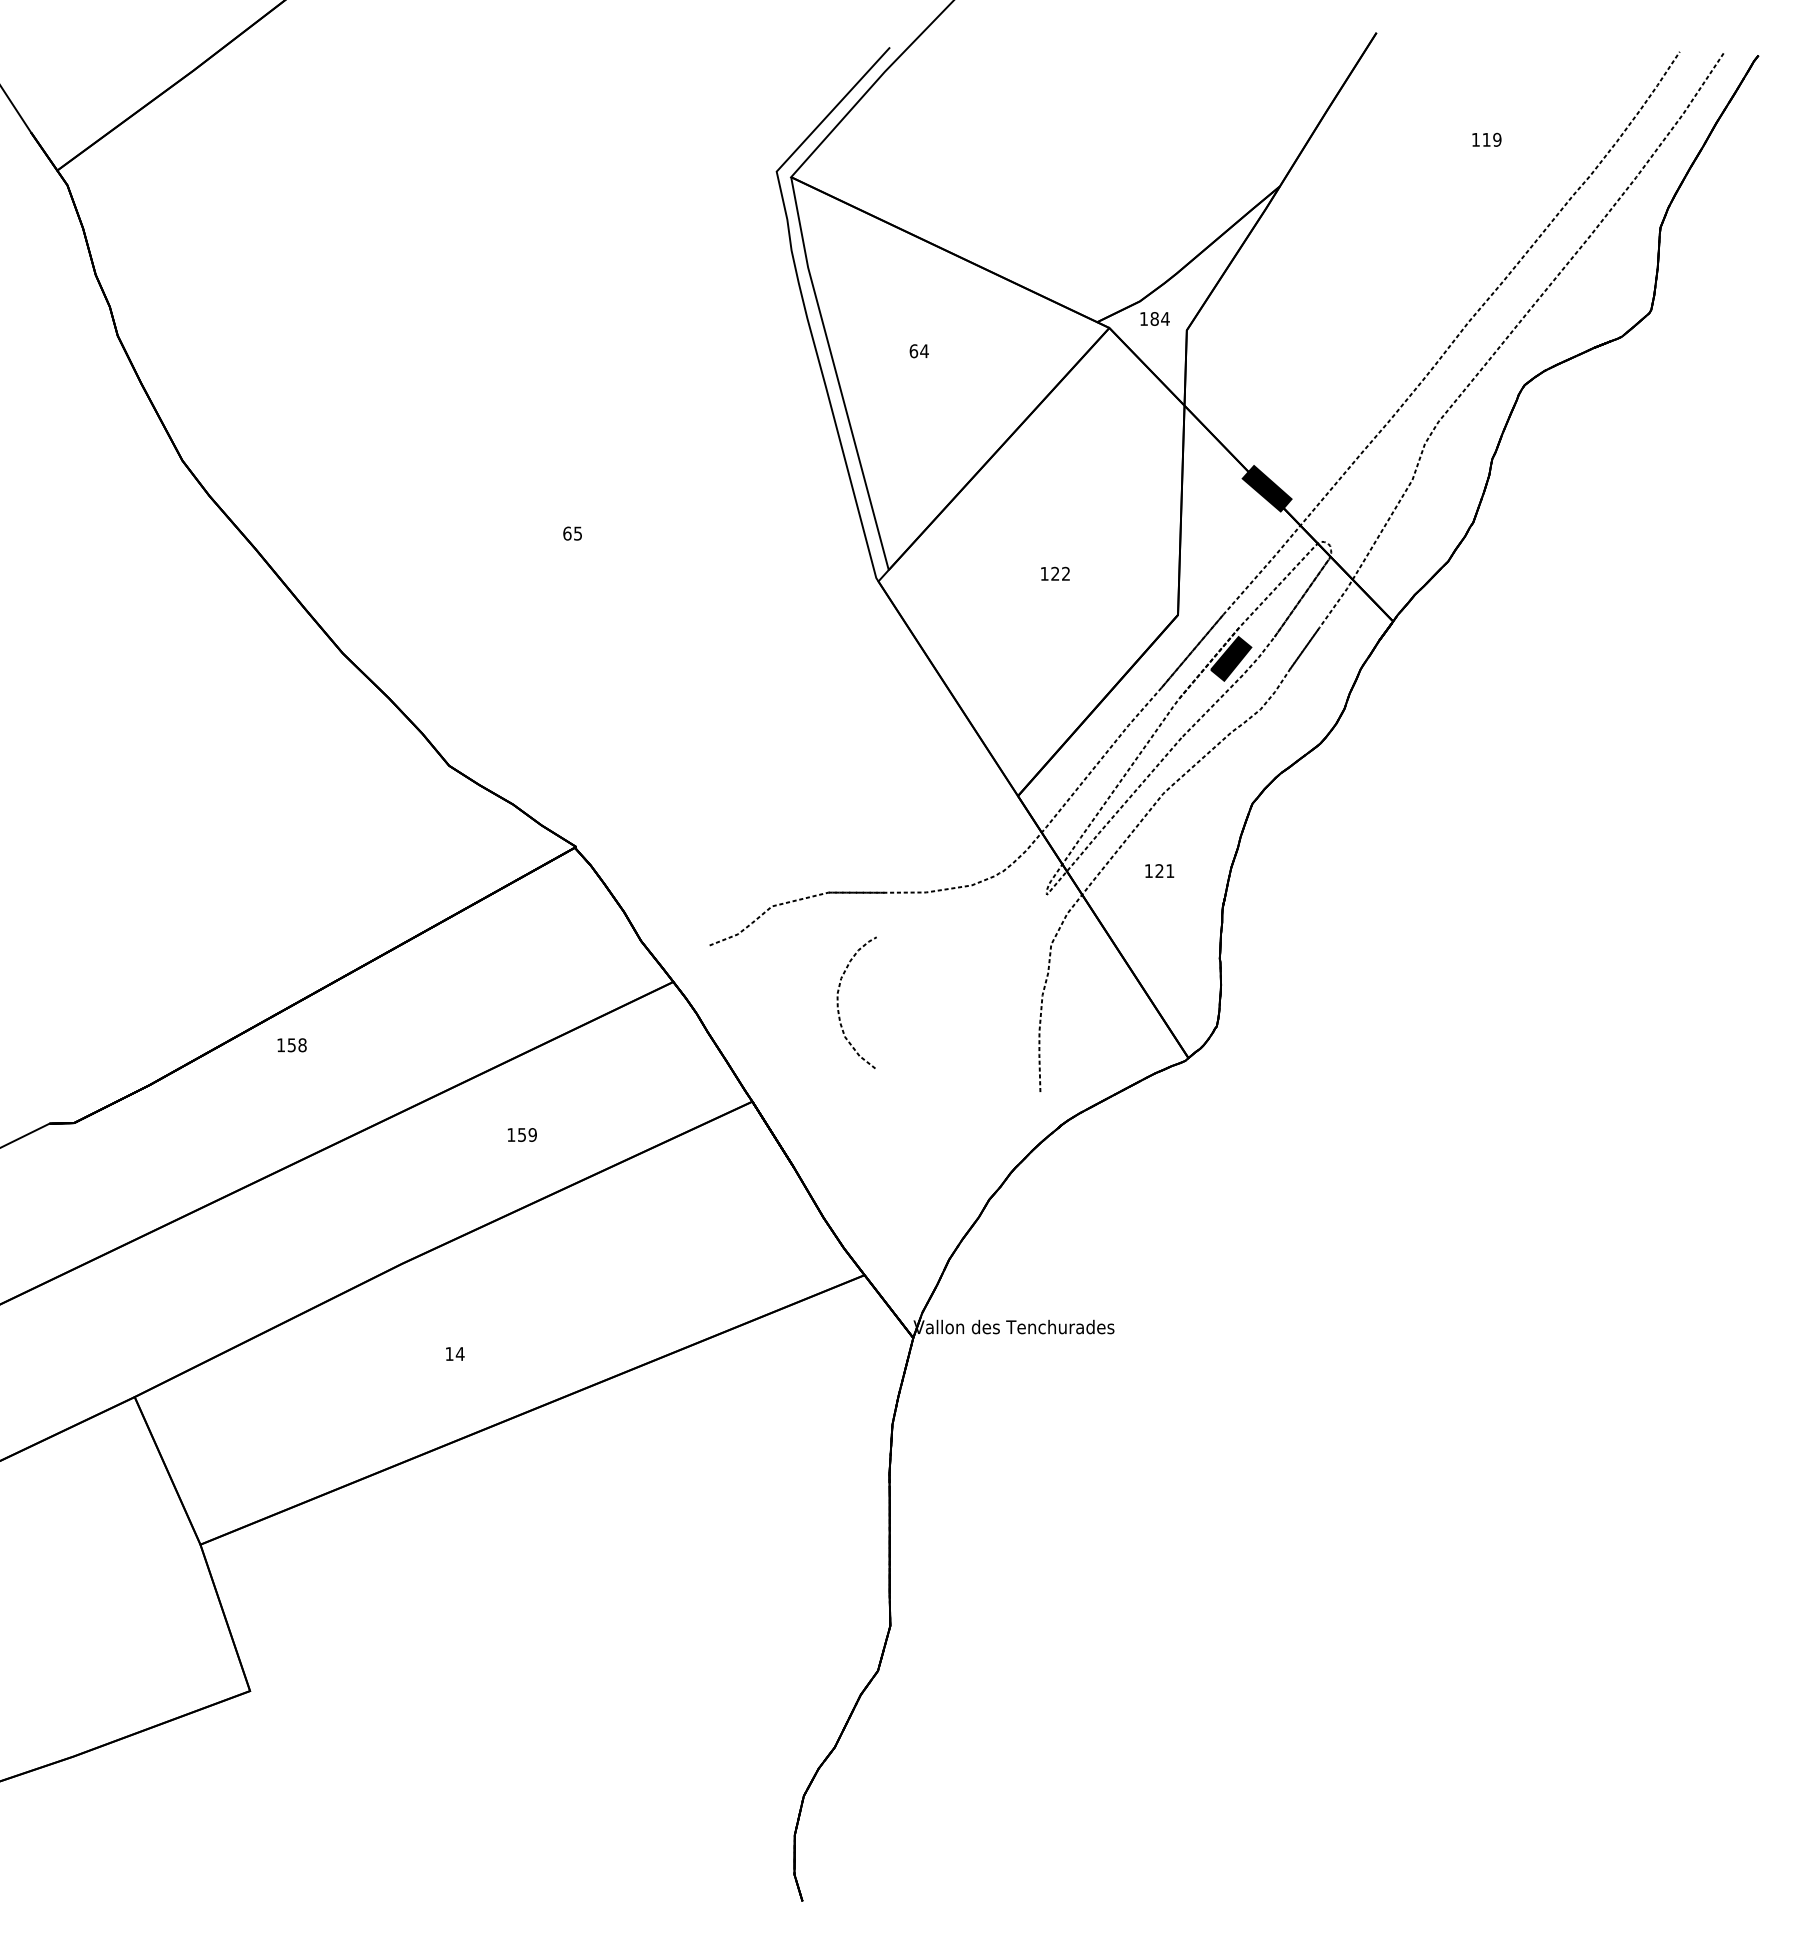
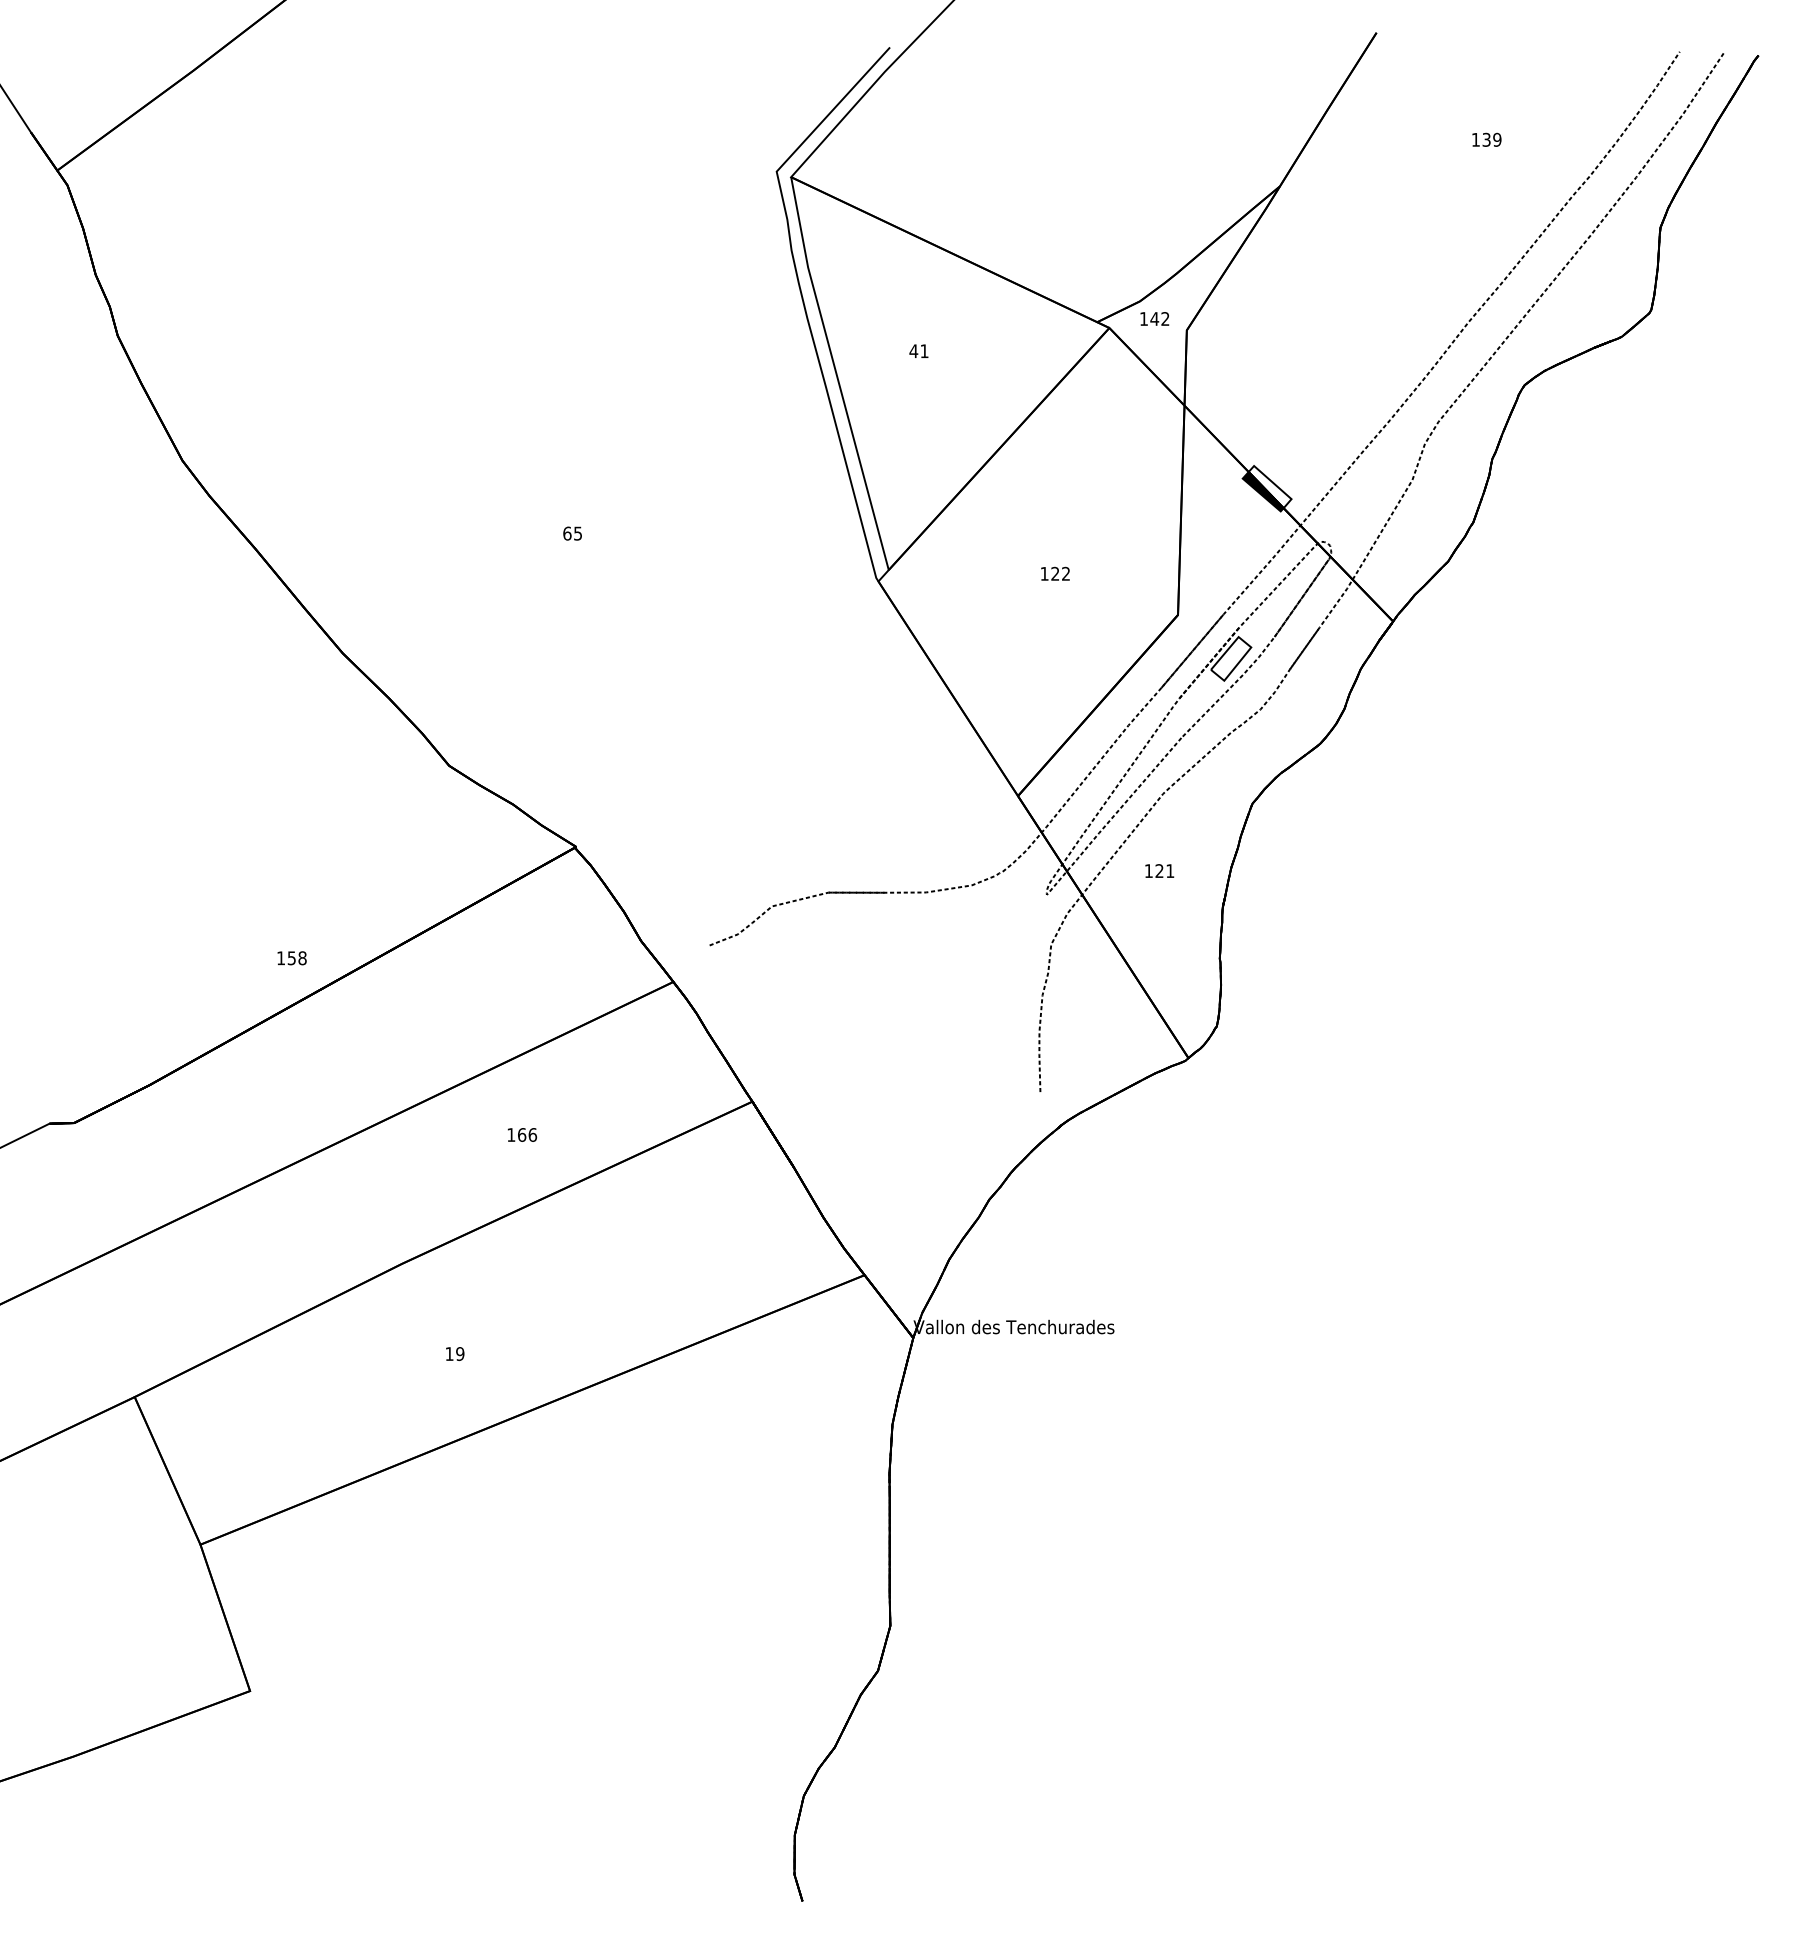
text at (1486, 139): 119 -> 139
text at (1159, 318): 184 -> 142
text at (918, 351): 64 -> 41
fill at (1269, 487): present -> none
fill at (1230, 658): present -> none
part at (838, 1003): present -> none
text at (291, 1045) position: (291, 1045) -> (291, 958)
text at (527, 1134): 159 -> 166
text at (459, 1354): 14 -> 19
